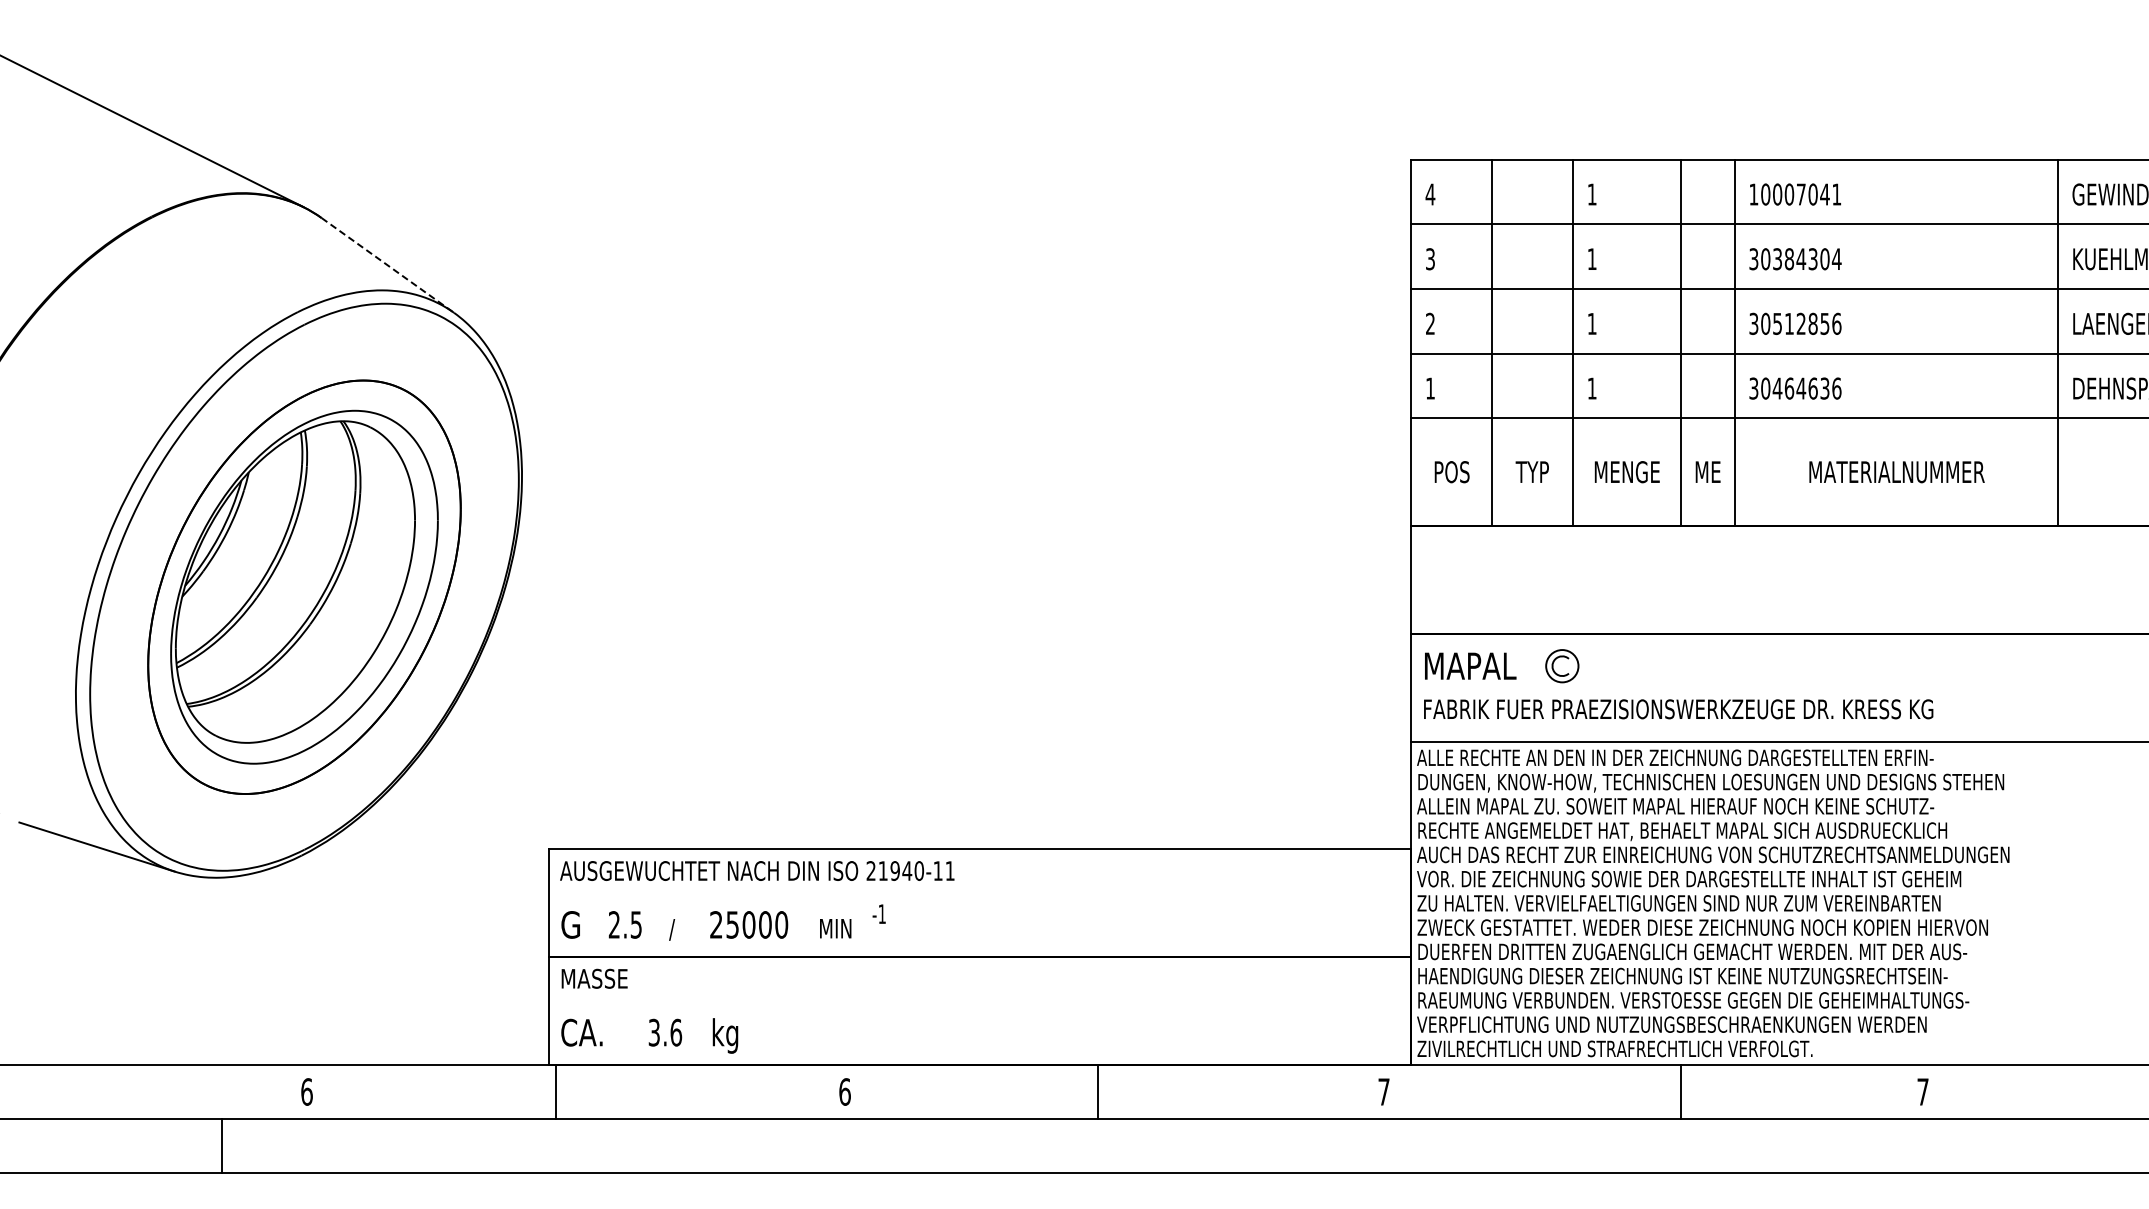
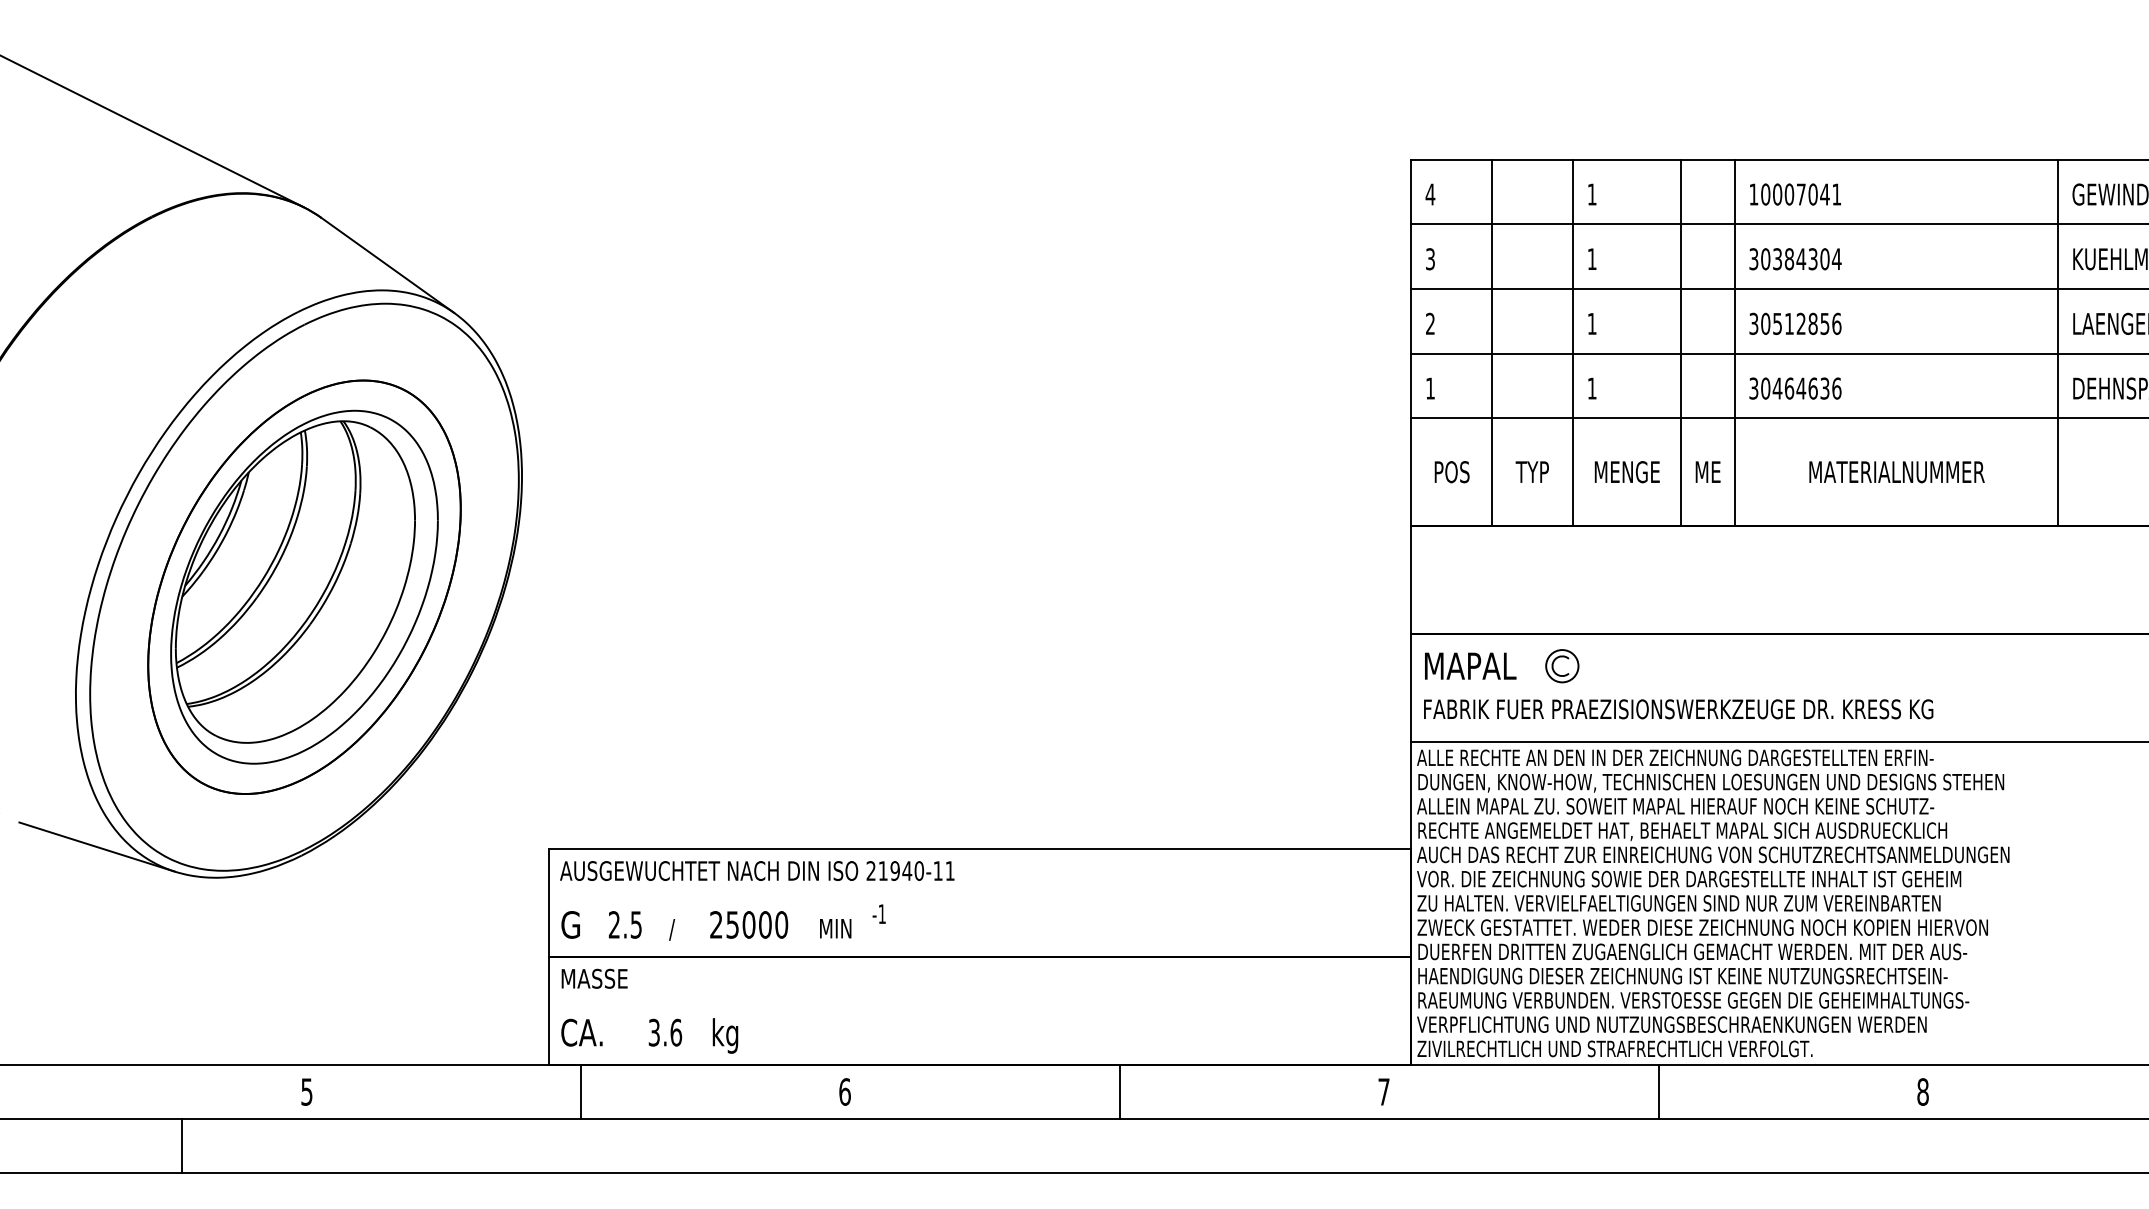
line at (388, 265): dashed -> solid
text at (306, 1091): 6 -> 5
line at (556, 1091) position: (556, 1091) -> (581, 1091)
line at (1098, 1091) position: (1098, 1091) -> (1120, 1091)
line at (1681, 1091) position: (1681, 1091) -> (1659, 1091)
text at (1922, 1091): 7 -> 8
line at (222, 1145) position: (222, 1145) -> (182, 1145)
